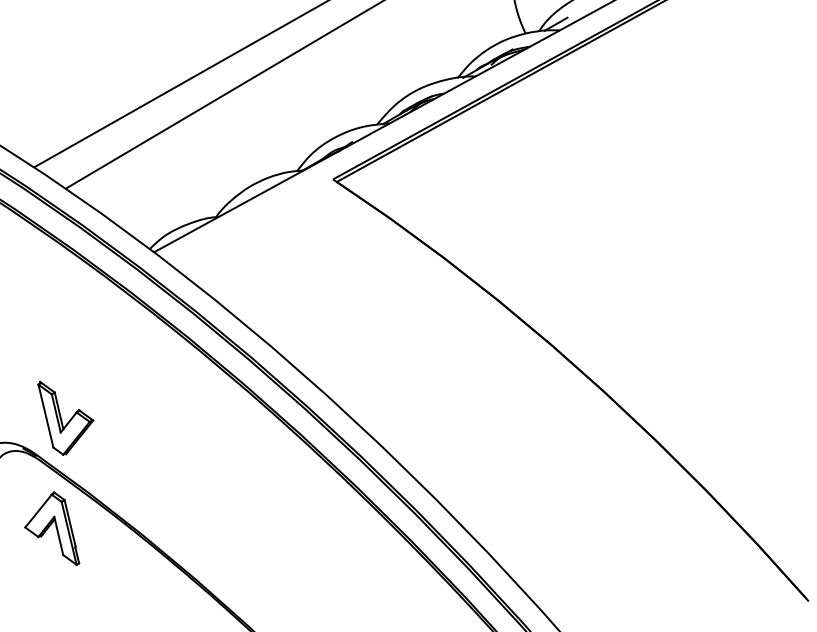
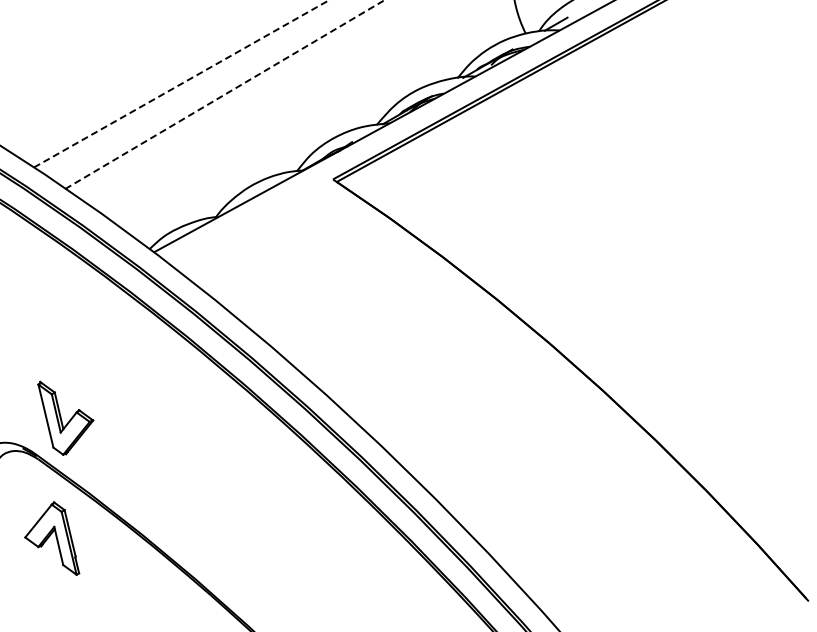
line at (182, 83): solid -> dashed
line at (225, 94): solid -> dashed
part at (52, 528) position: (52, 528) -> (52, 538)
